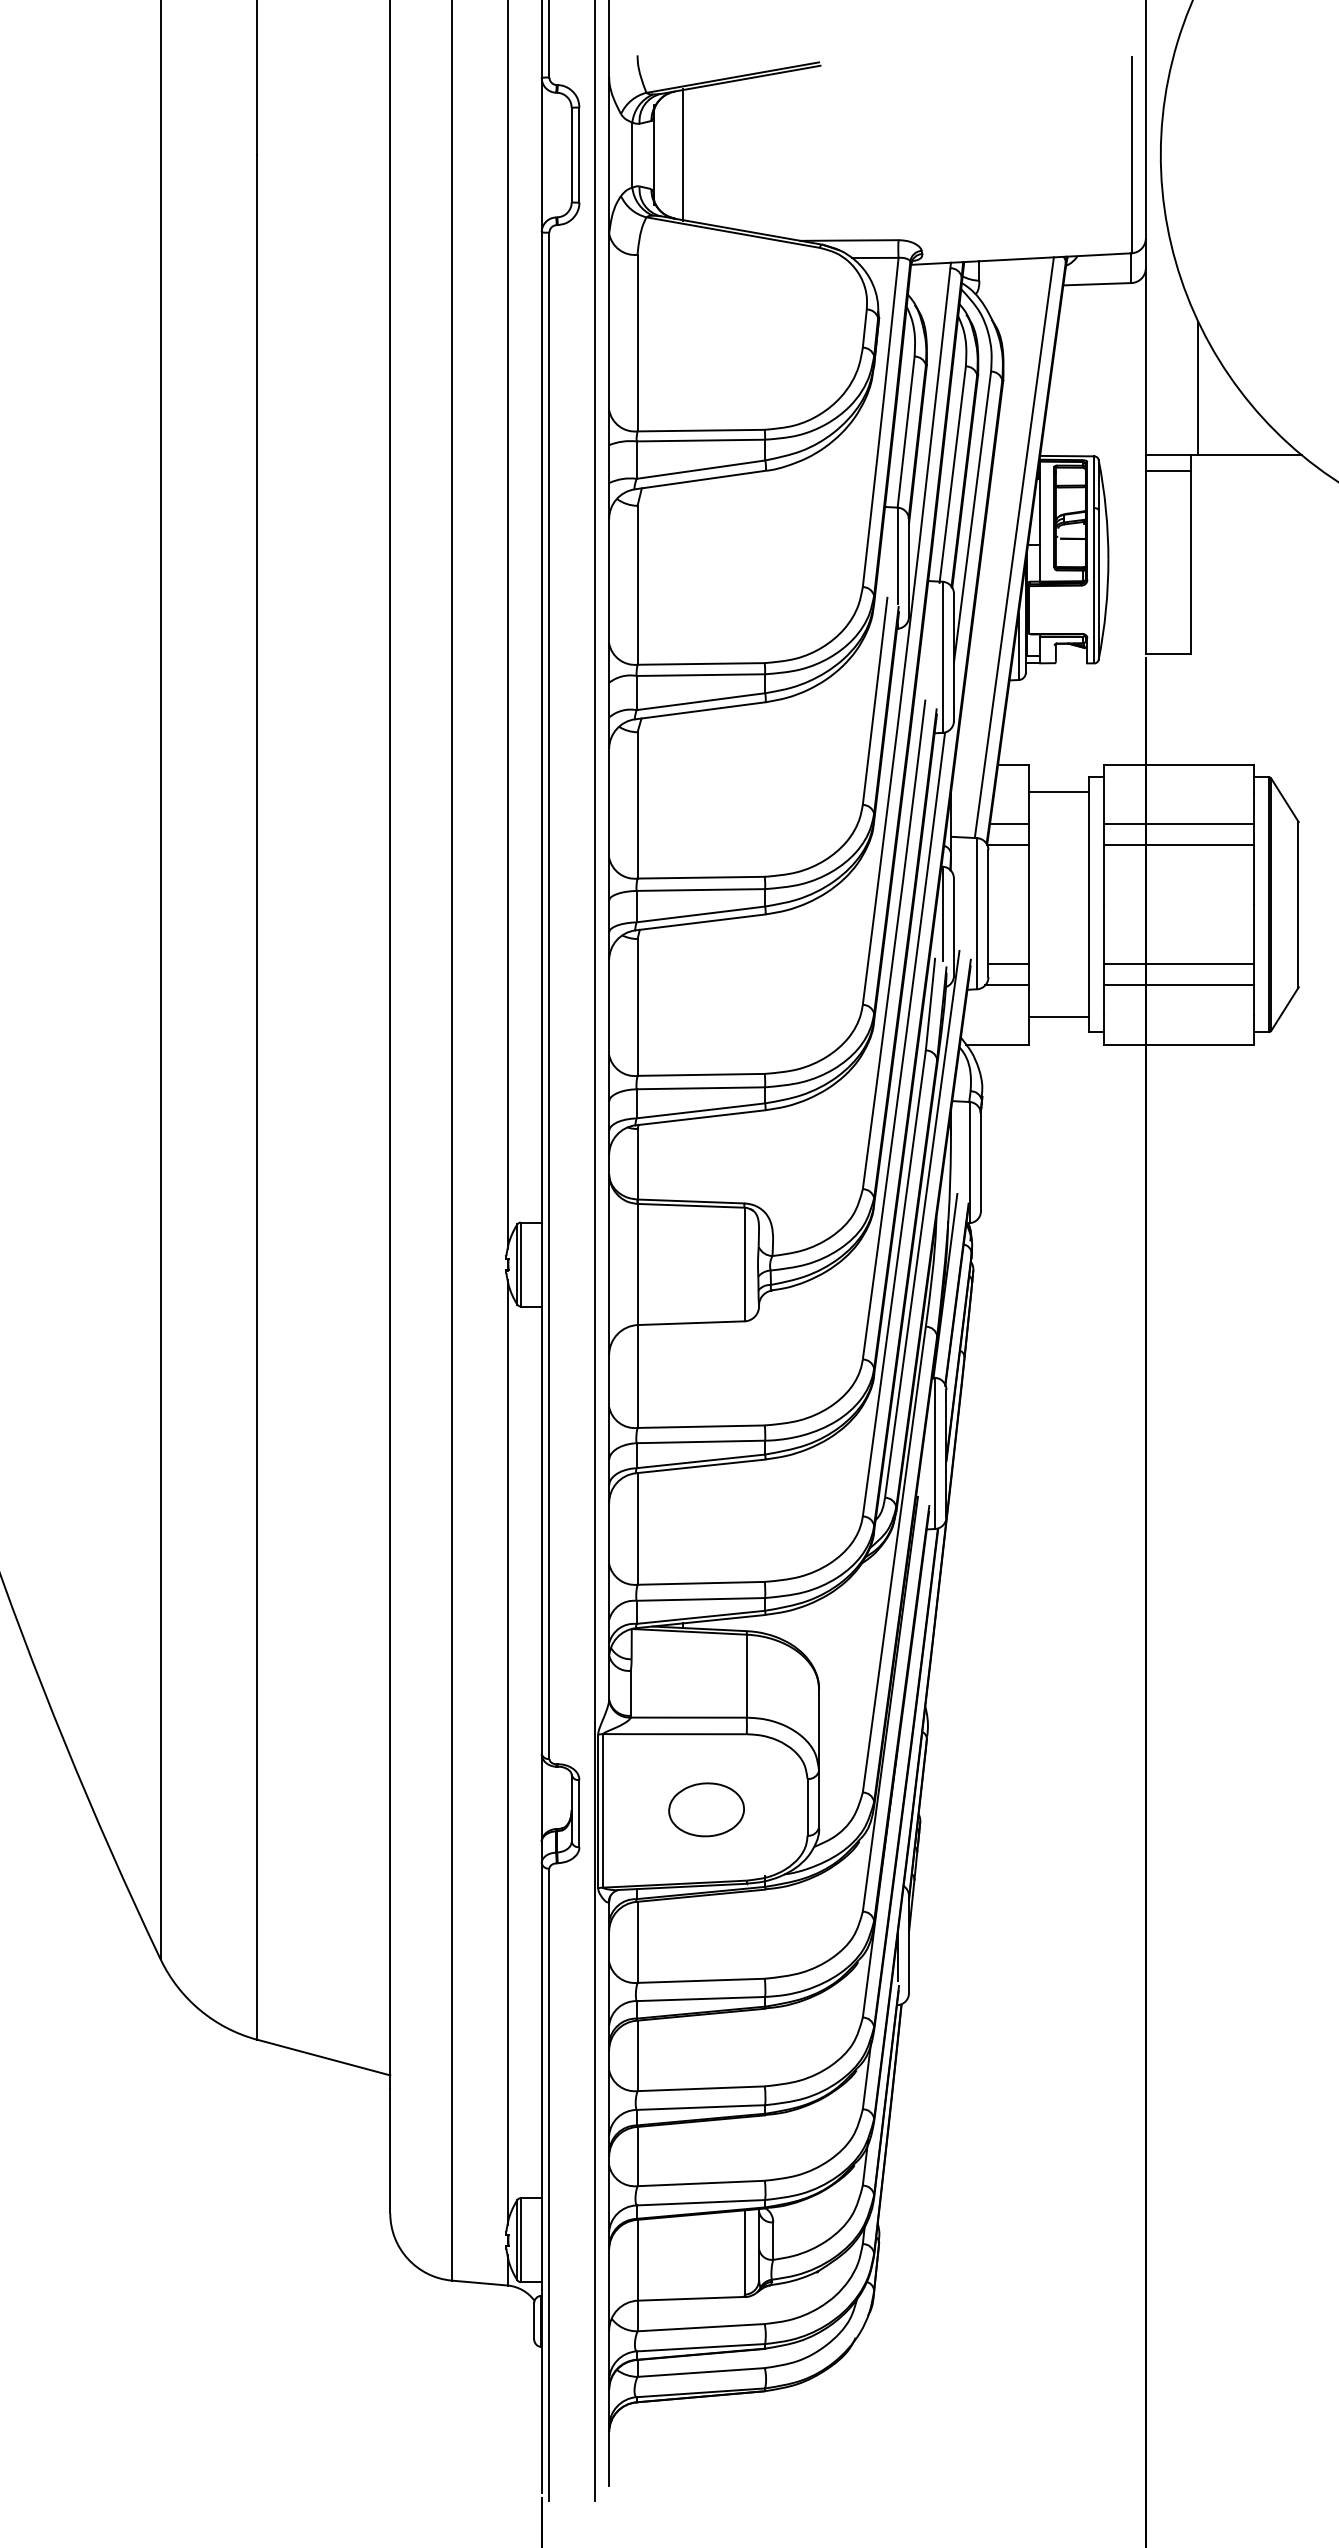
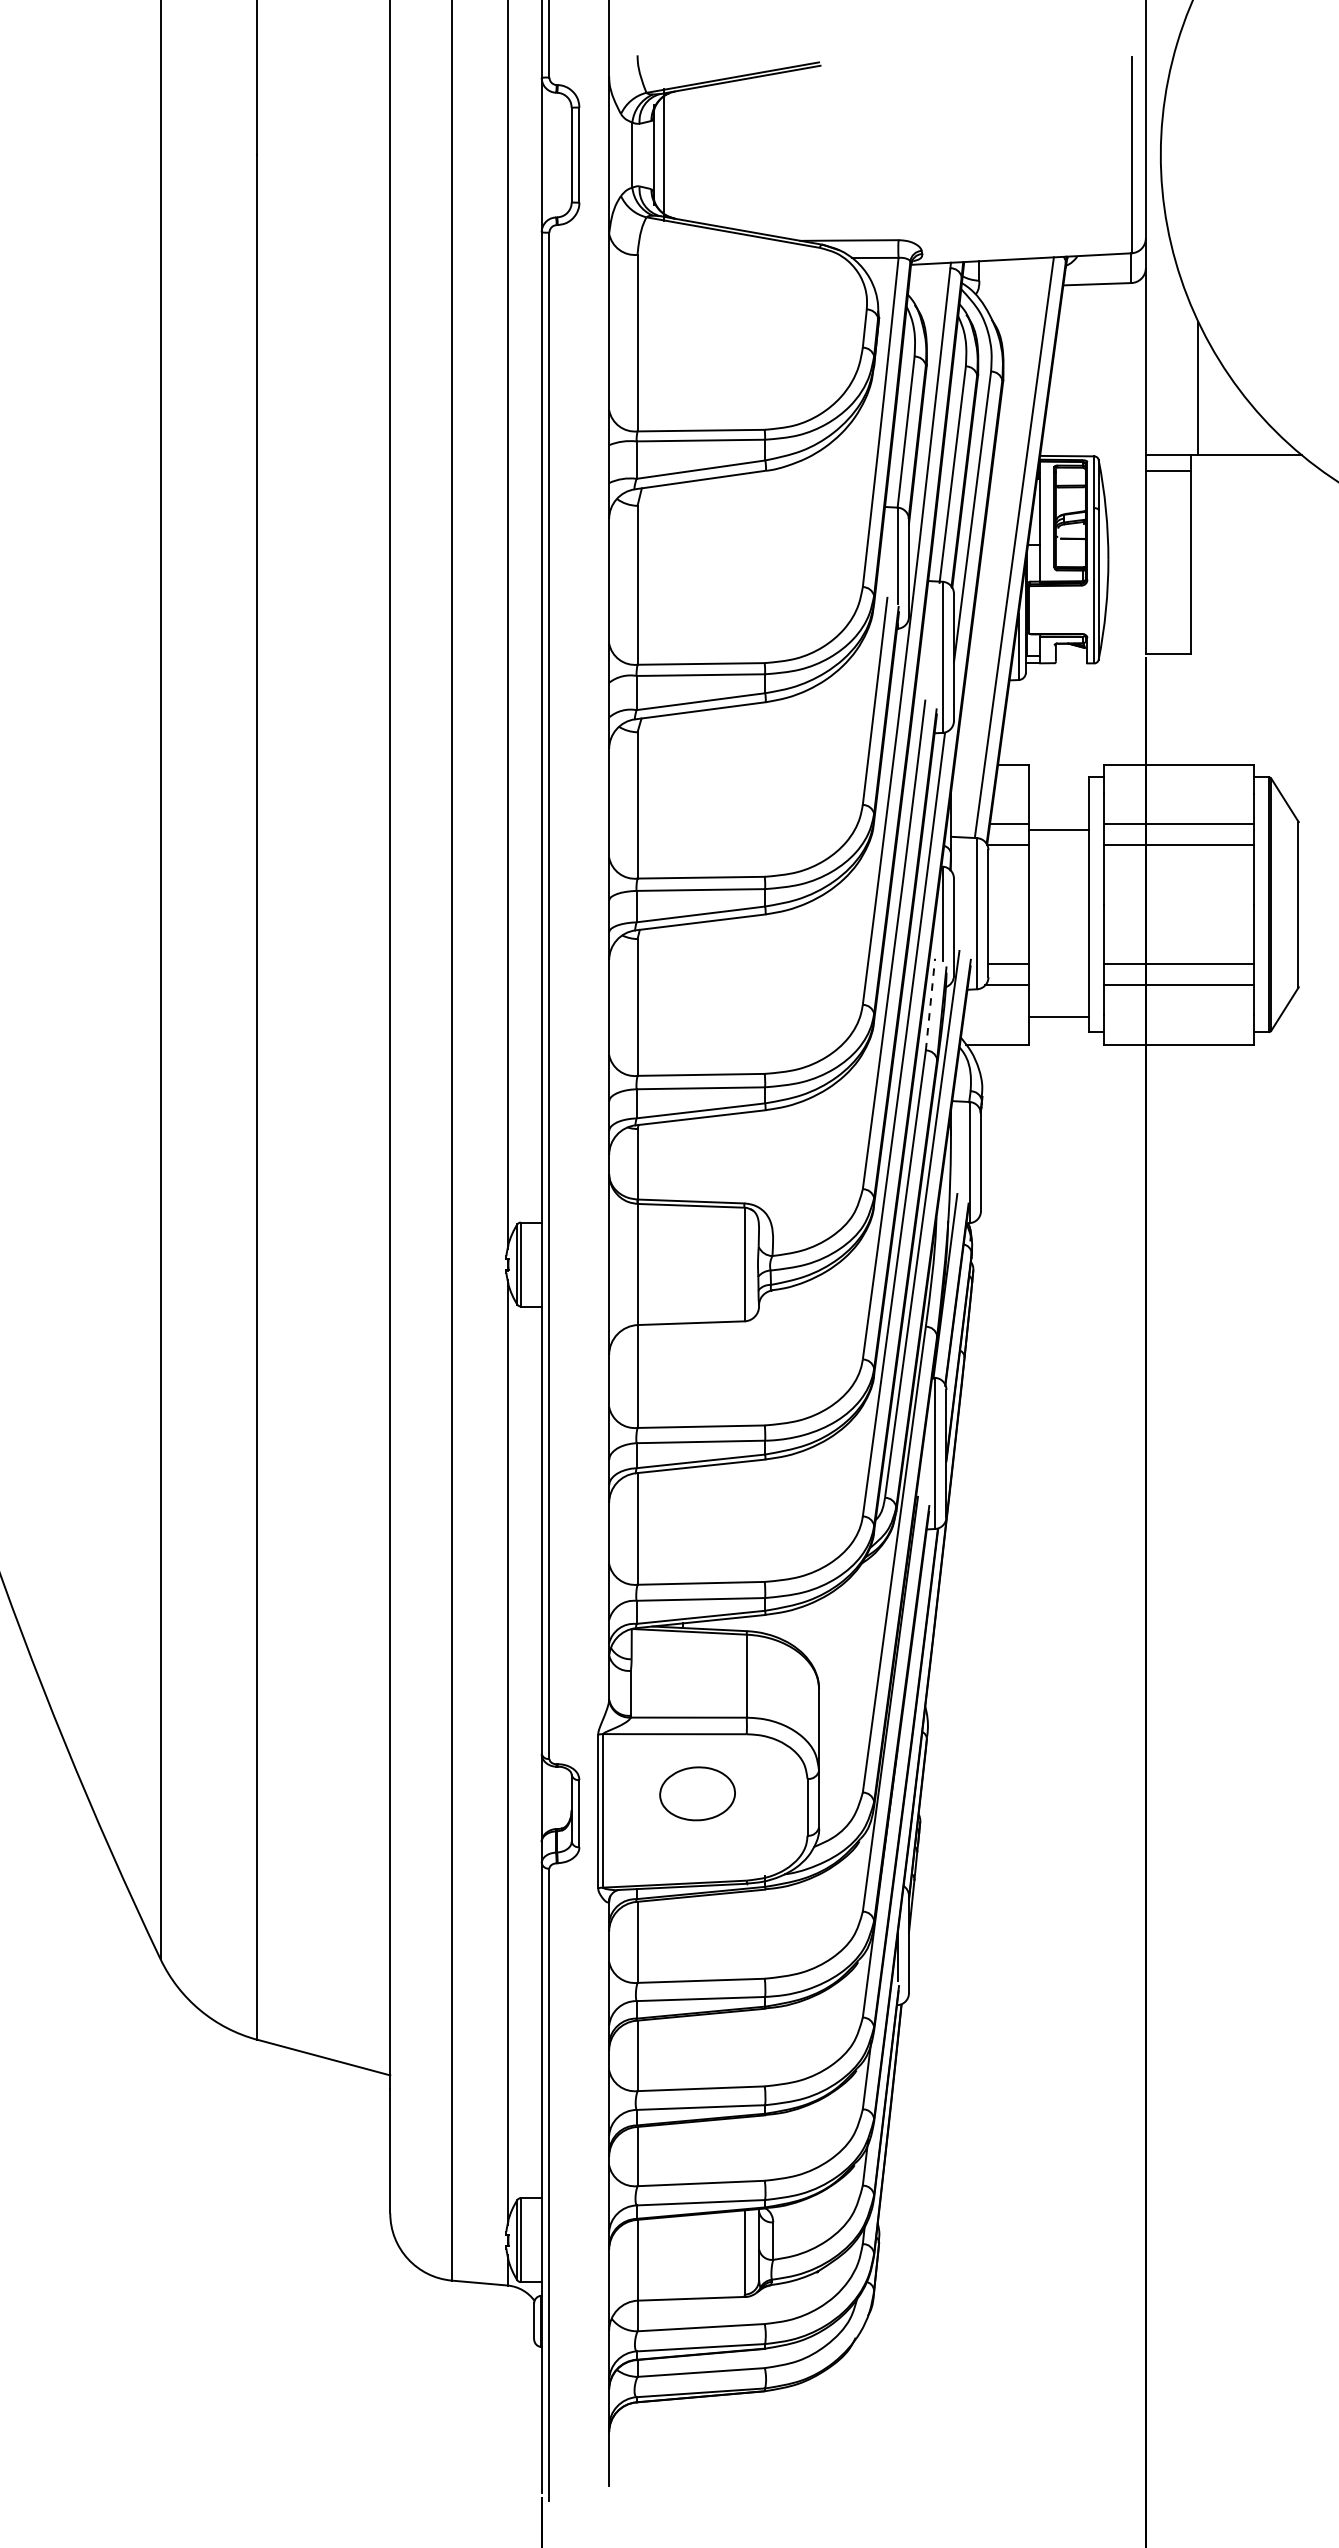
line at (682, 154) position: (682, 154) -> (663, 154)
line at (1058, 792) position: (1058, 792) -> (1058, 830)
line at (930, 1004): solid -> dashed
line at (594, 1251): present -> none
part at (706, 1809) position: (706, 1809) -> (697, 1793)
